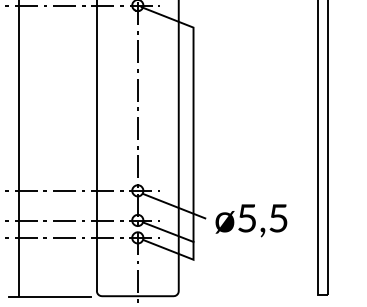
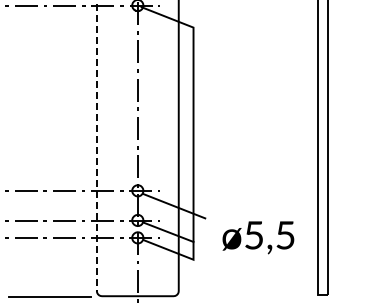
line at (96, 145): solid -> dashed
line at (19, 148): present -> none
text at (251, 220) position: (251, 220) -> (258, 237)
